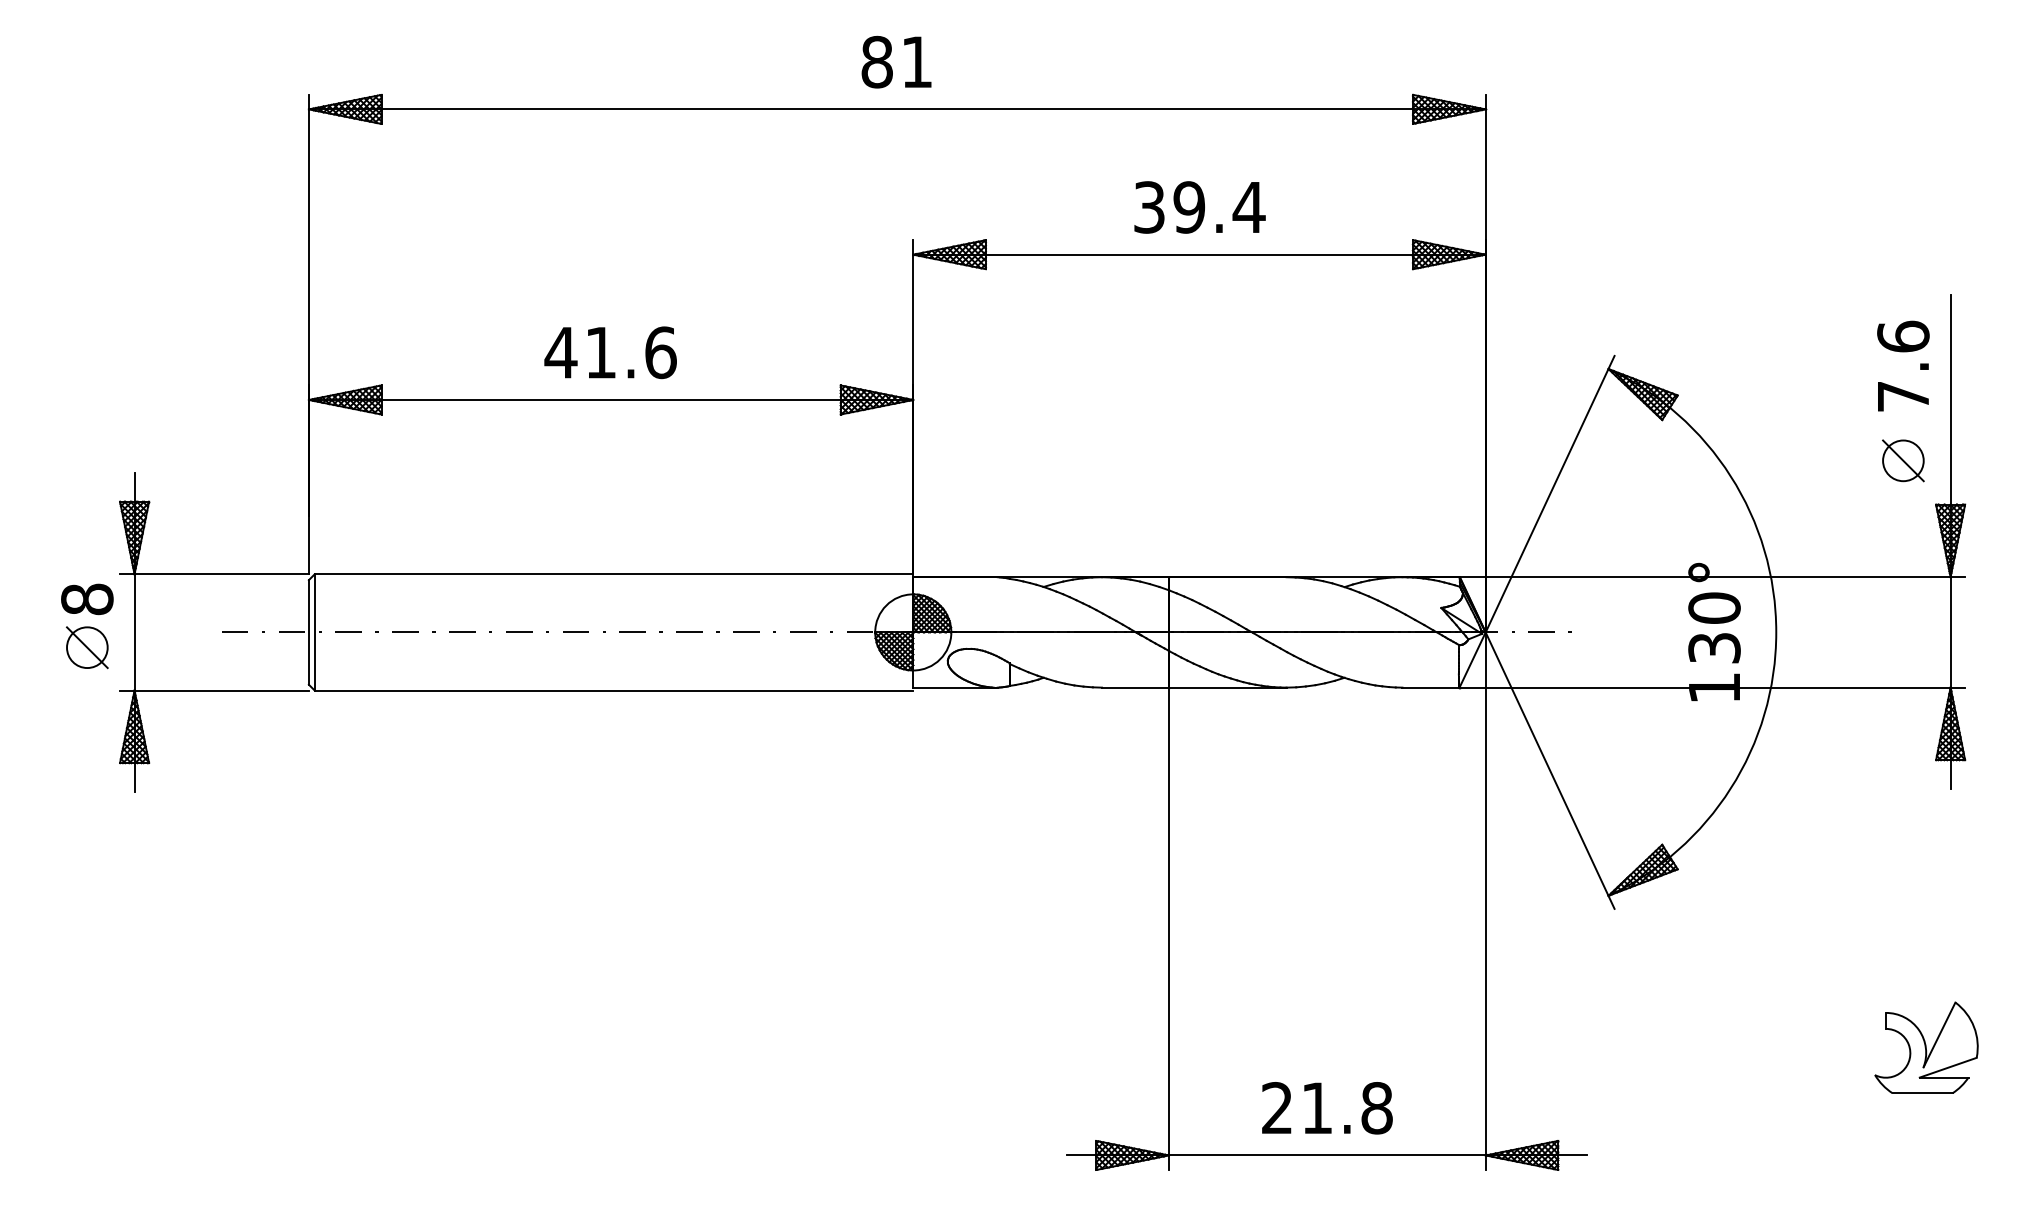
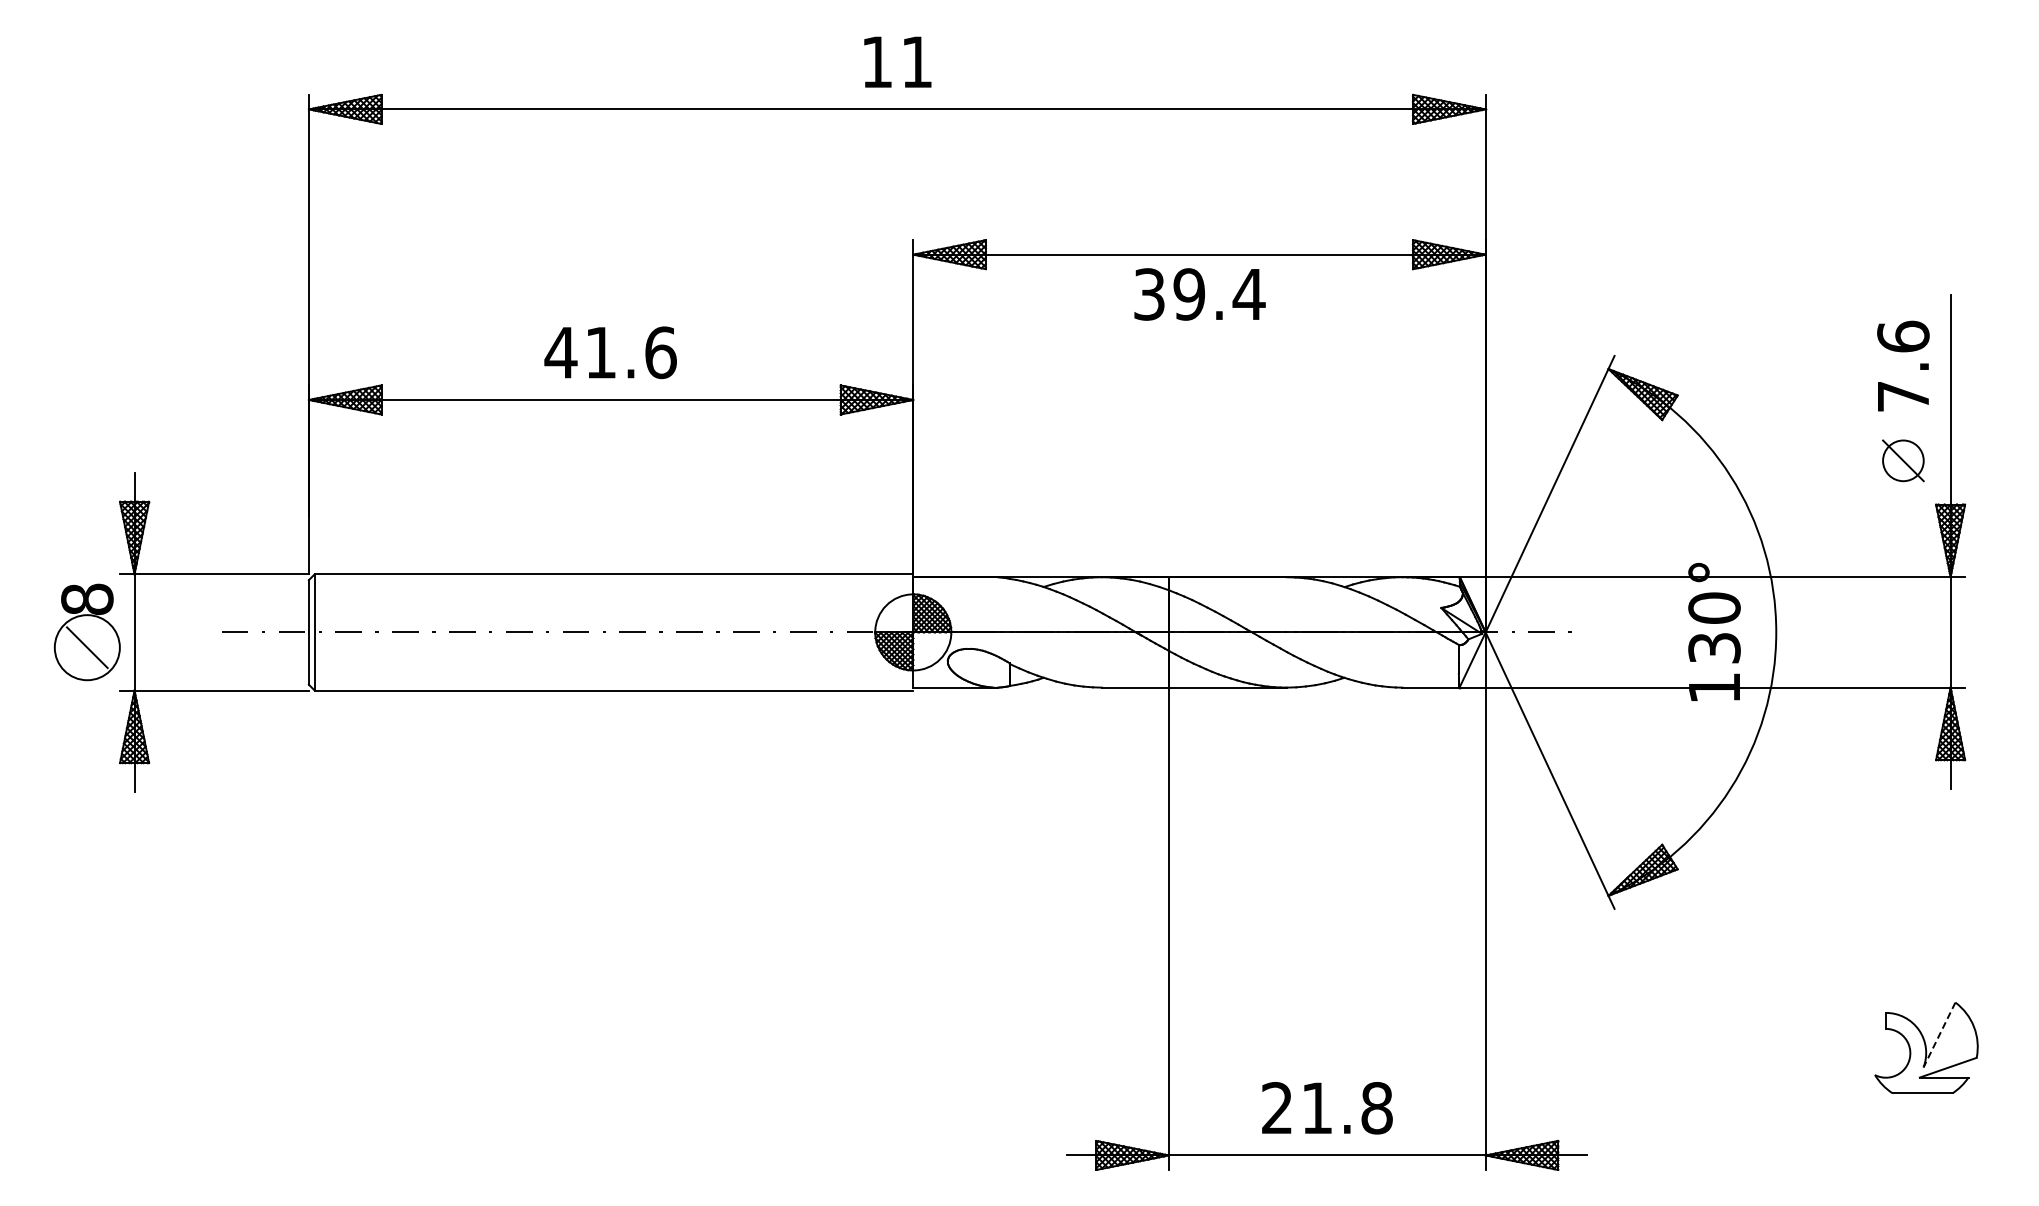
text at (876, 61): 81 -> 11
text at (1199, 207) position: (1199, 207) -> (1199, 294)
circle at (87, 647) diameter: 41 px -> 65 px
line at (1939, 1035): solid -> dashed
